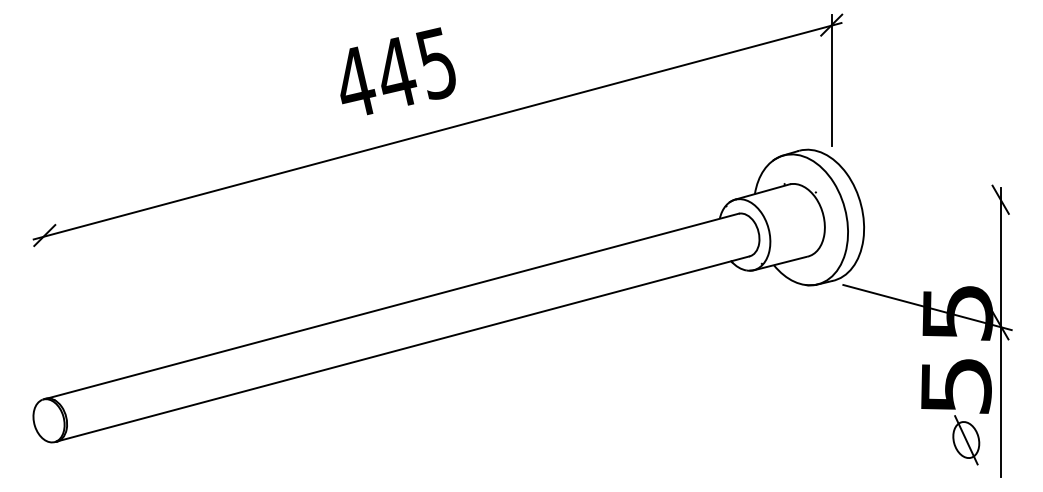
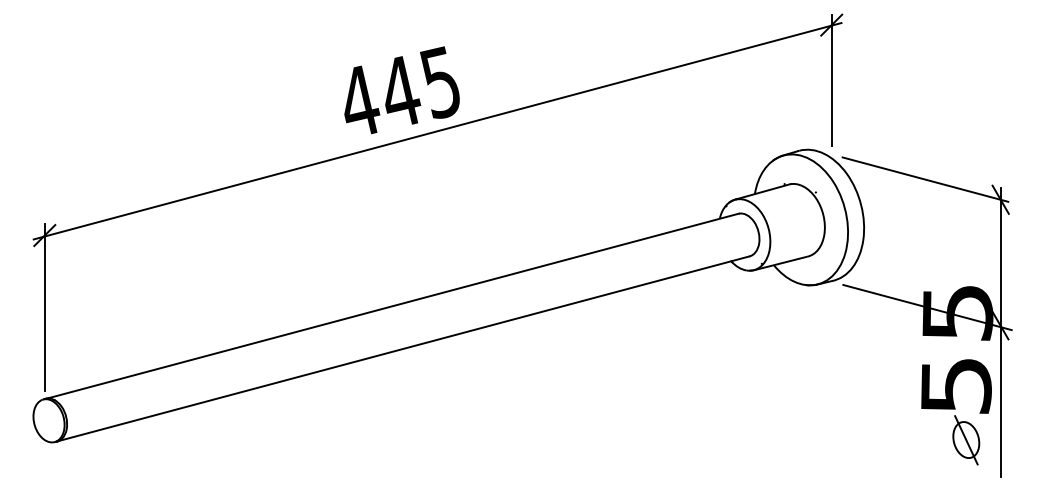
text at (397, 71) position: (397, 71) -> (401, 90)
line at (925, 179): none -> present
line at (44, 307): none -> present
